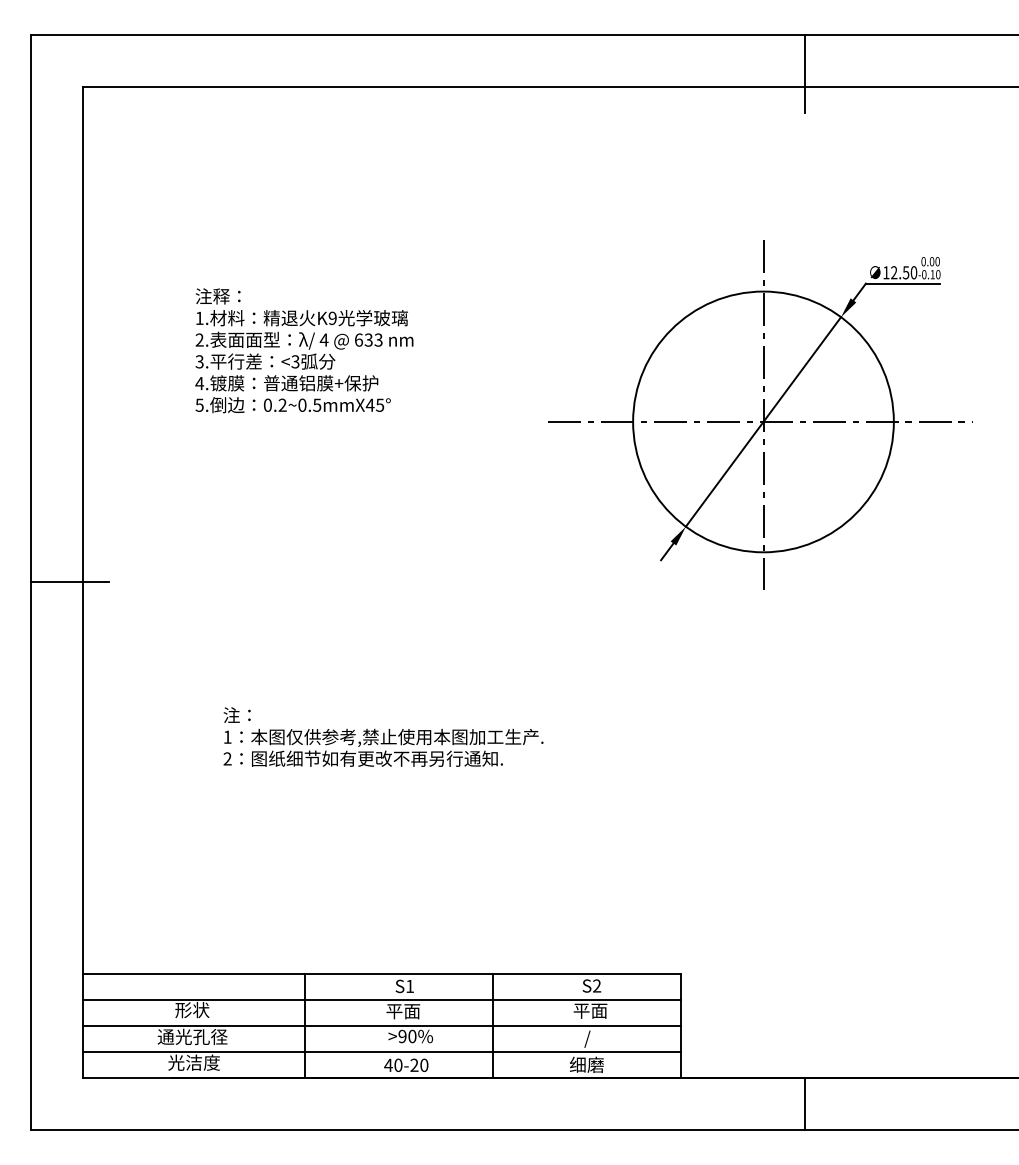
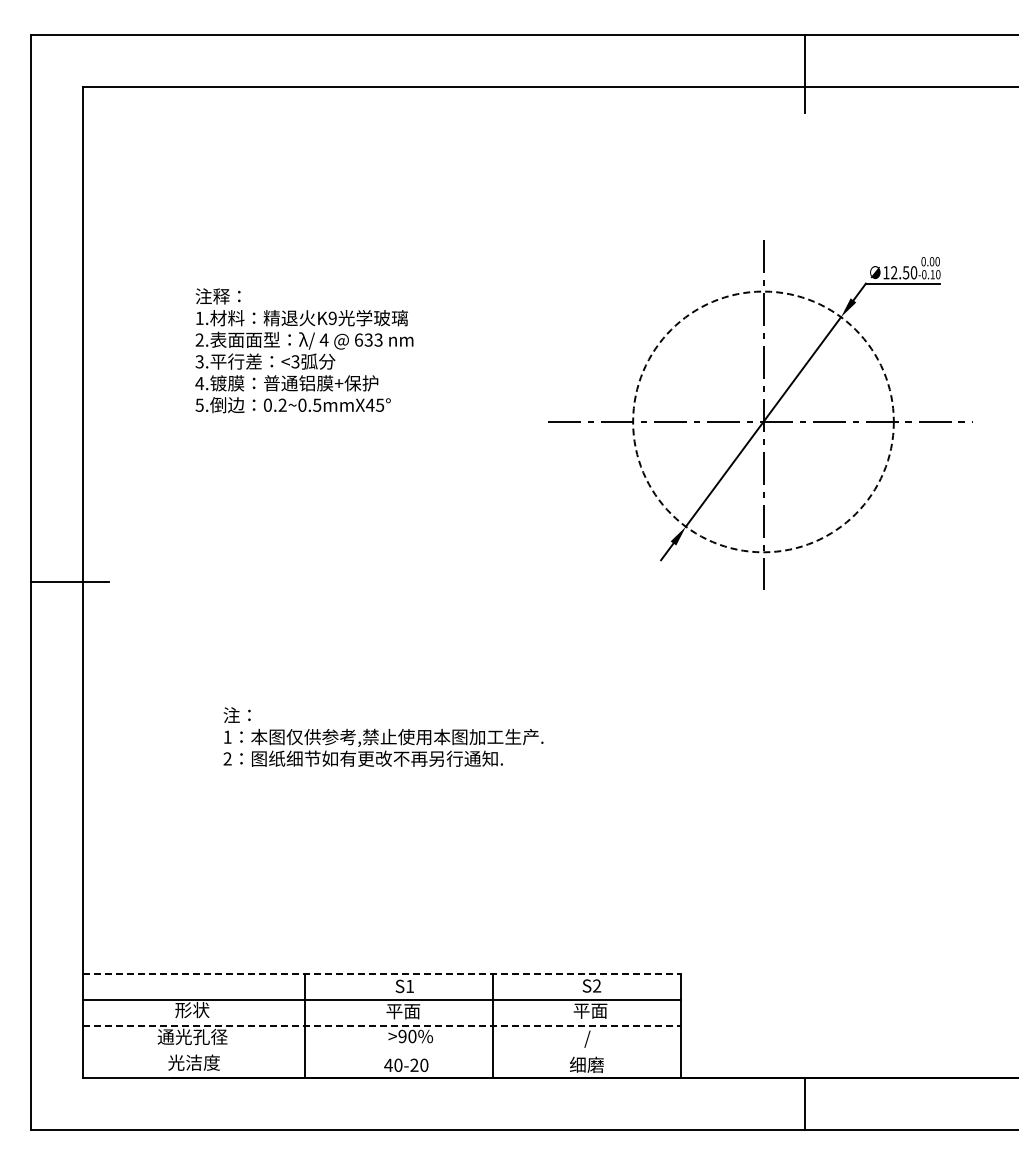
circle at (763, 421): solid -> dashed
line at (381, 973): solid -> dashed
line at (381, 1025): solid -> dashed
line at (381, 1051): present -> none
